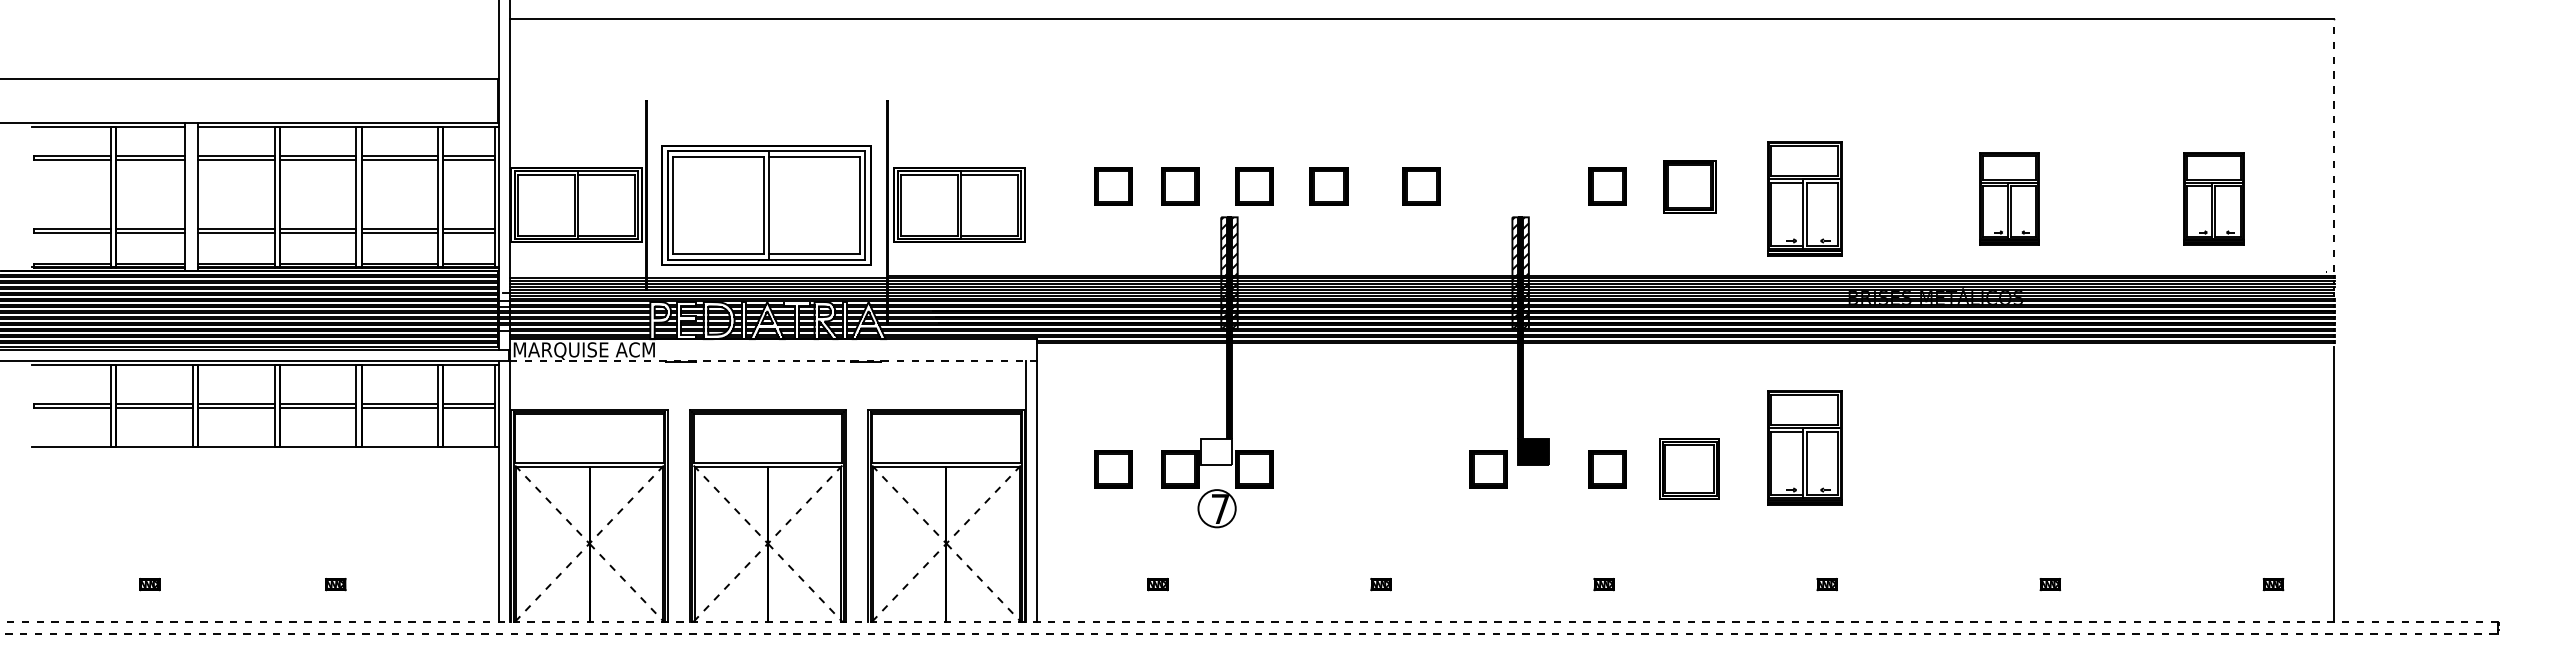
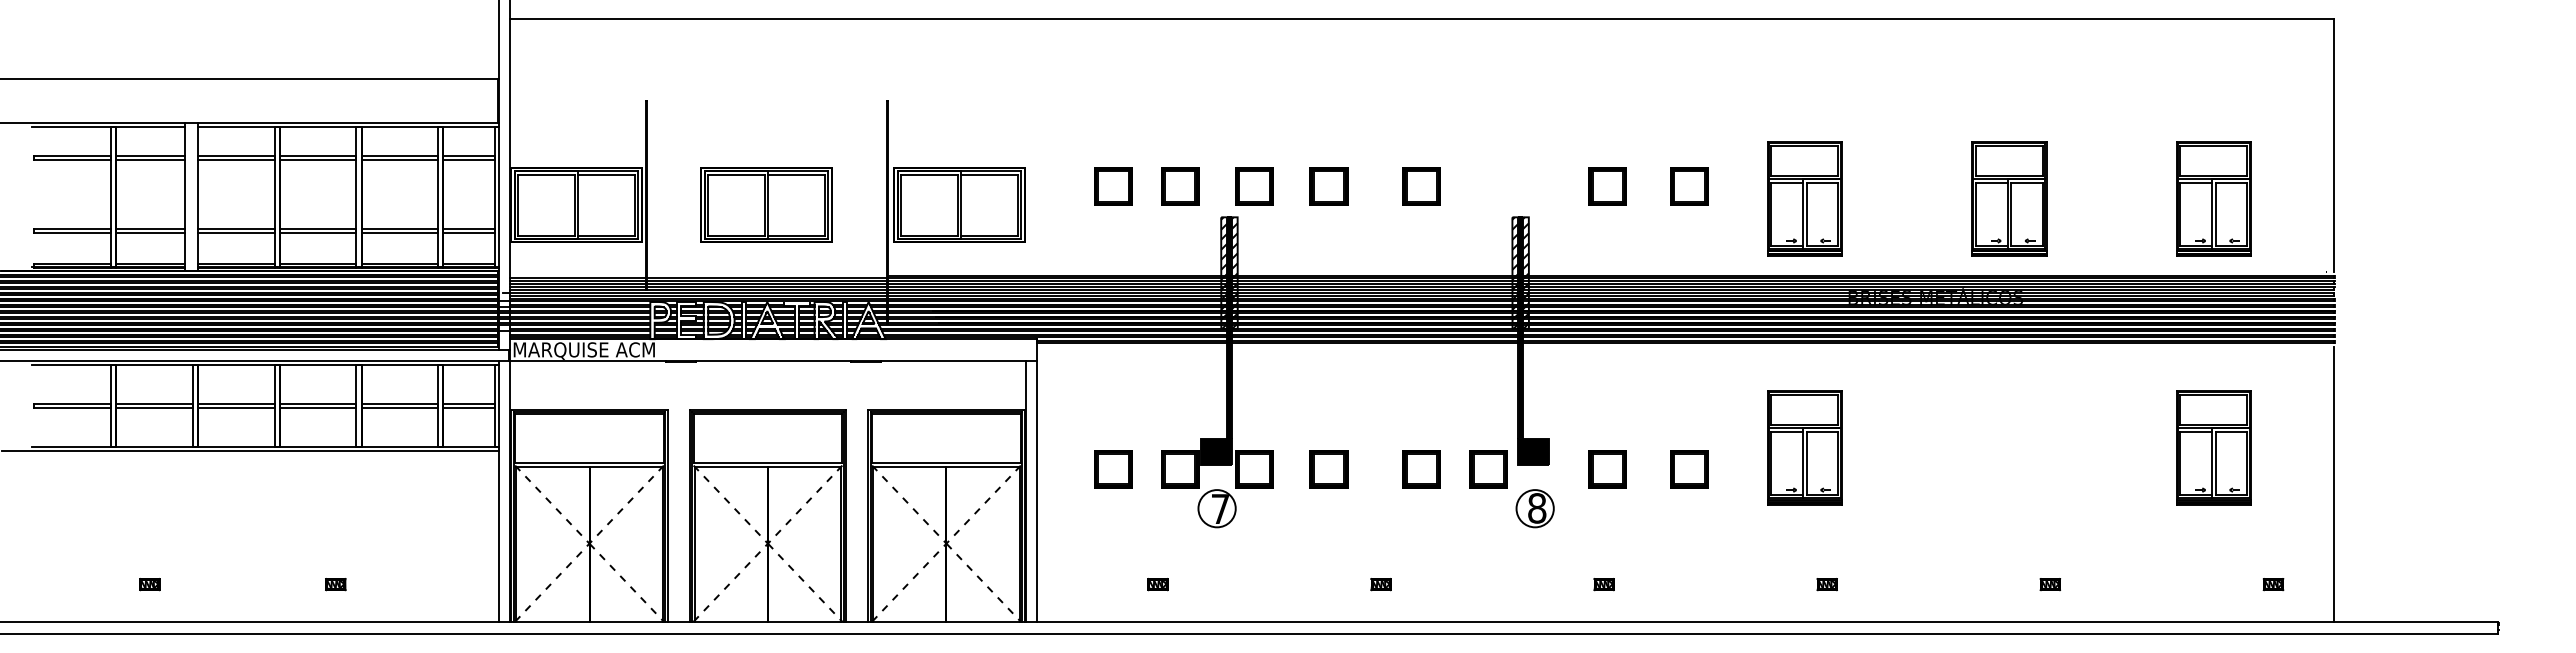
line at (2333, 145): dashed -> solid
part at (1689, 186) size: 54x54 px -> 39x39 px
part at (2009, 198) size: 61x94 px -> 77x116 px
part at (2213, 198) size: 62x94 px -> 76x116 px
part at (766, 205) size: 211x121 px -> 133x76 px
line at (773, 361): dashed -> solid
part at (2213, 447): none -> present
line at (250, 450): none -> present
fill at (1216, 451): none -> present
part at (1689, 468) size: 61x62 px -> 39x39 px
part at (1328, 469): none -> present
part at (1421, 469): none -> present
part at (1534, 508): none -> present
line at (1249, 621): dashed -> solid
line at (1249, 633): dashed -> solid
